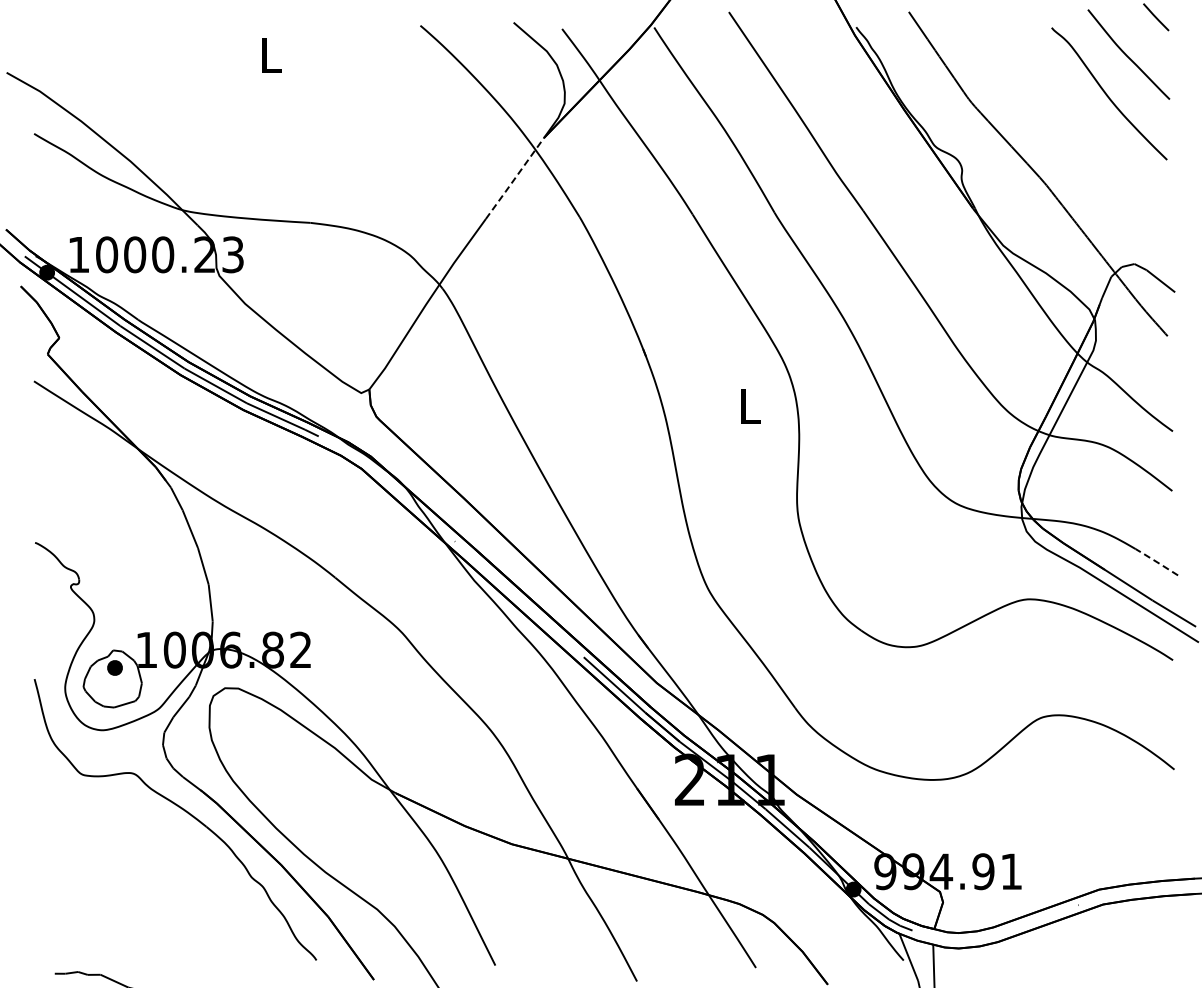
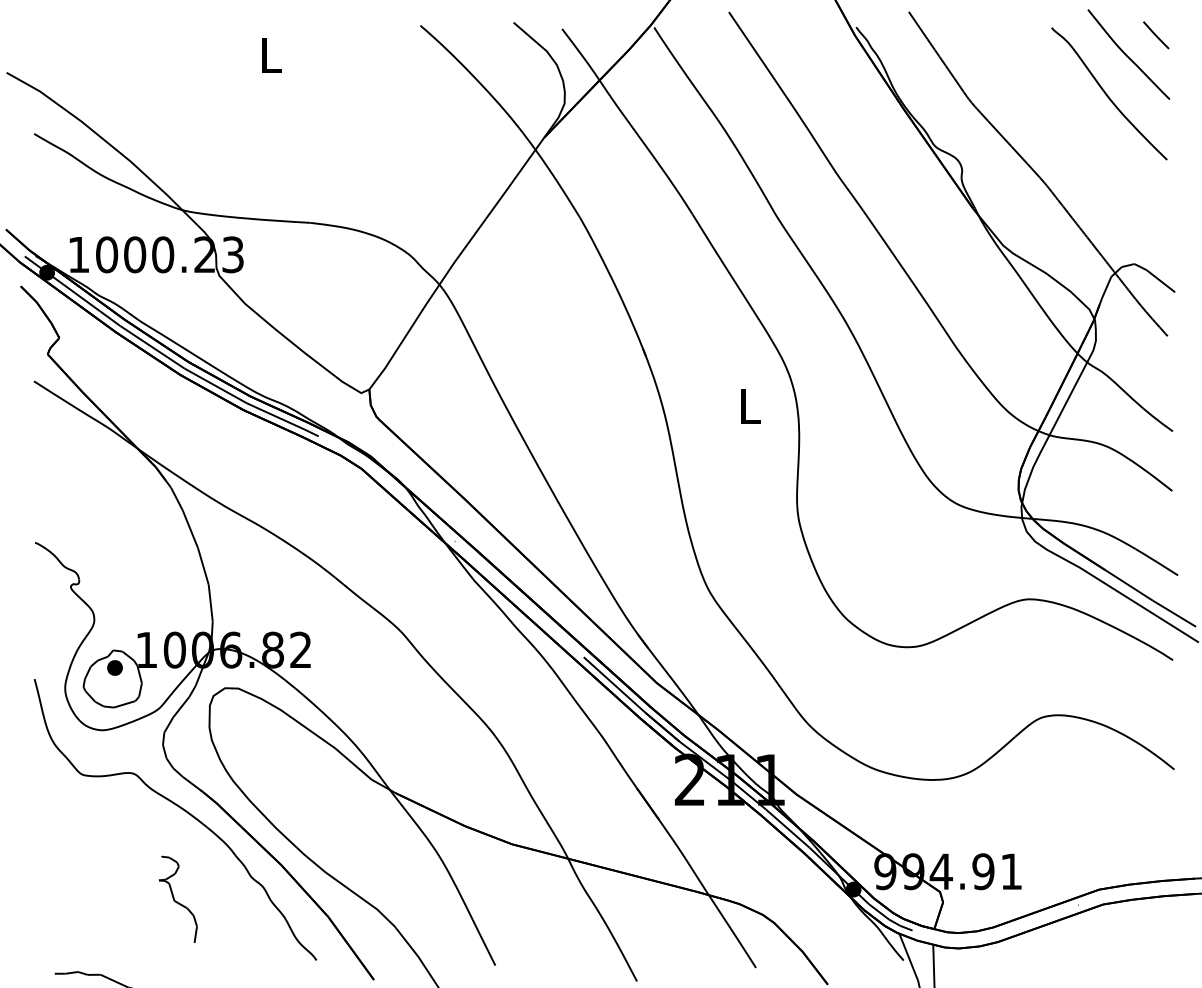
line at (1156, 17) position: (1156, 17) -> (1156, 35)
line at (514, 179): dashed -> solid
line at (1156, 561): dashed -> solid
curve at (177, 901): none -> present
